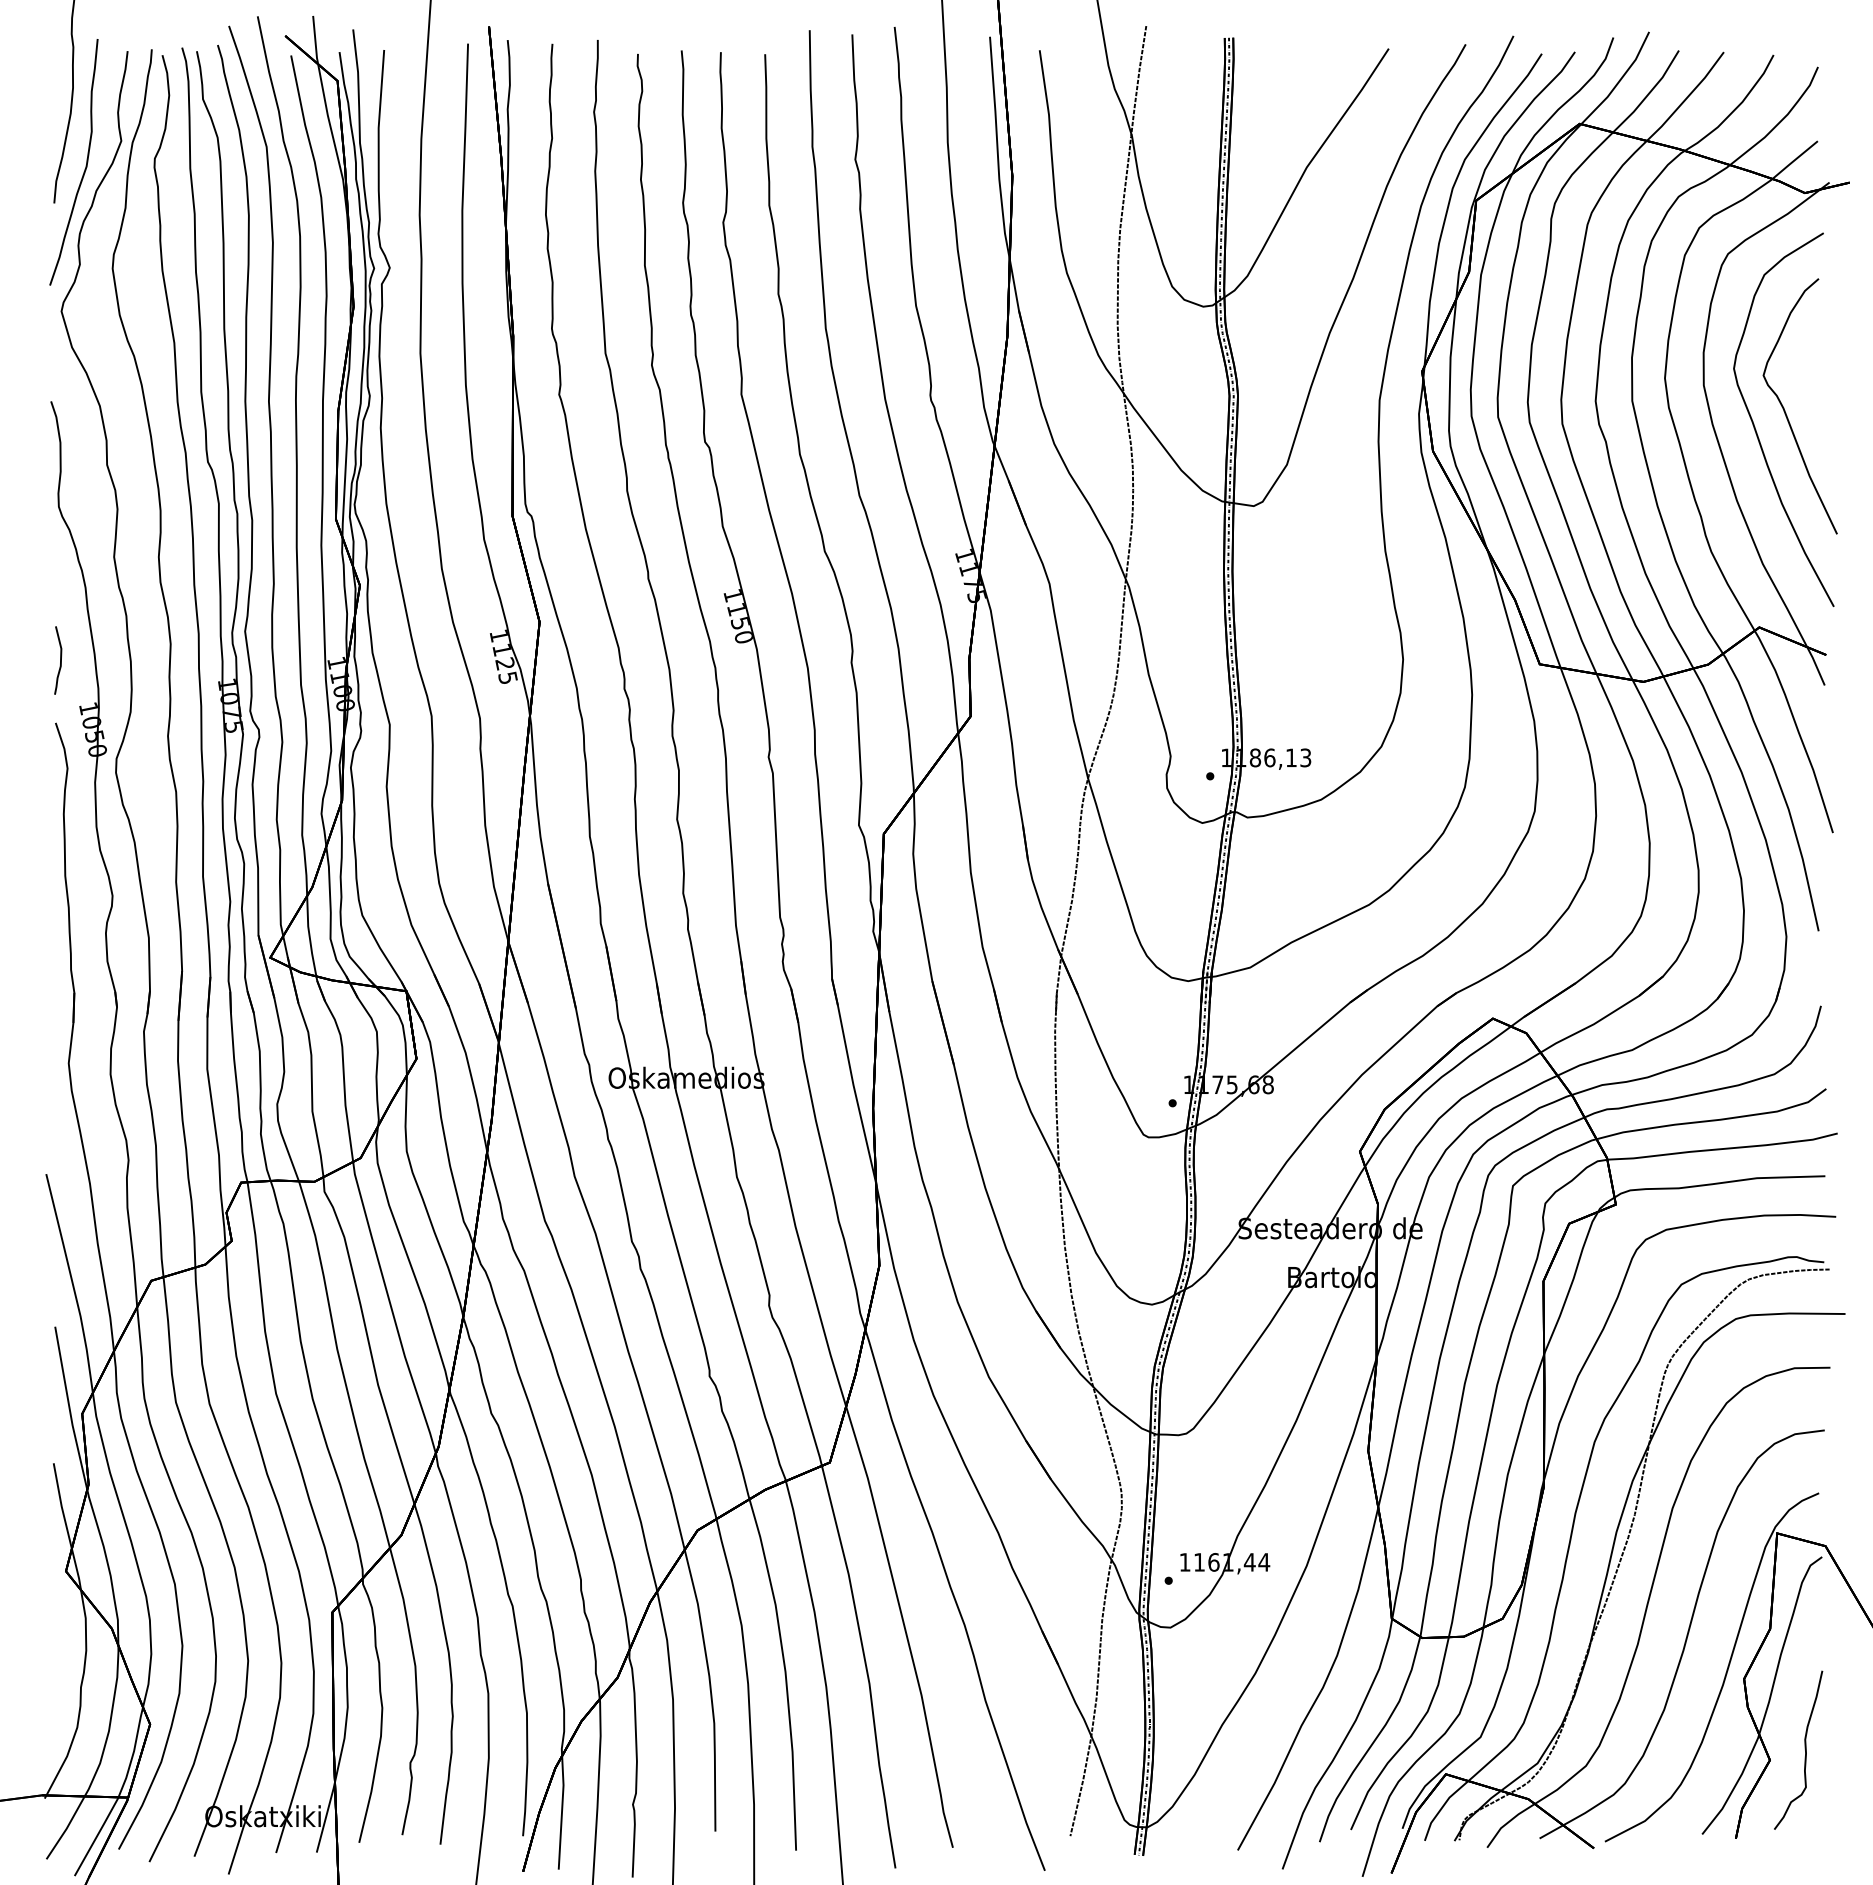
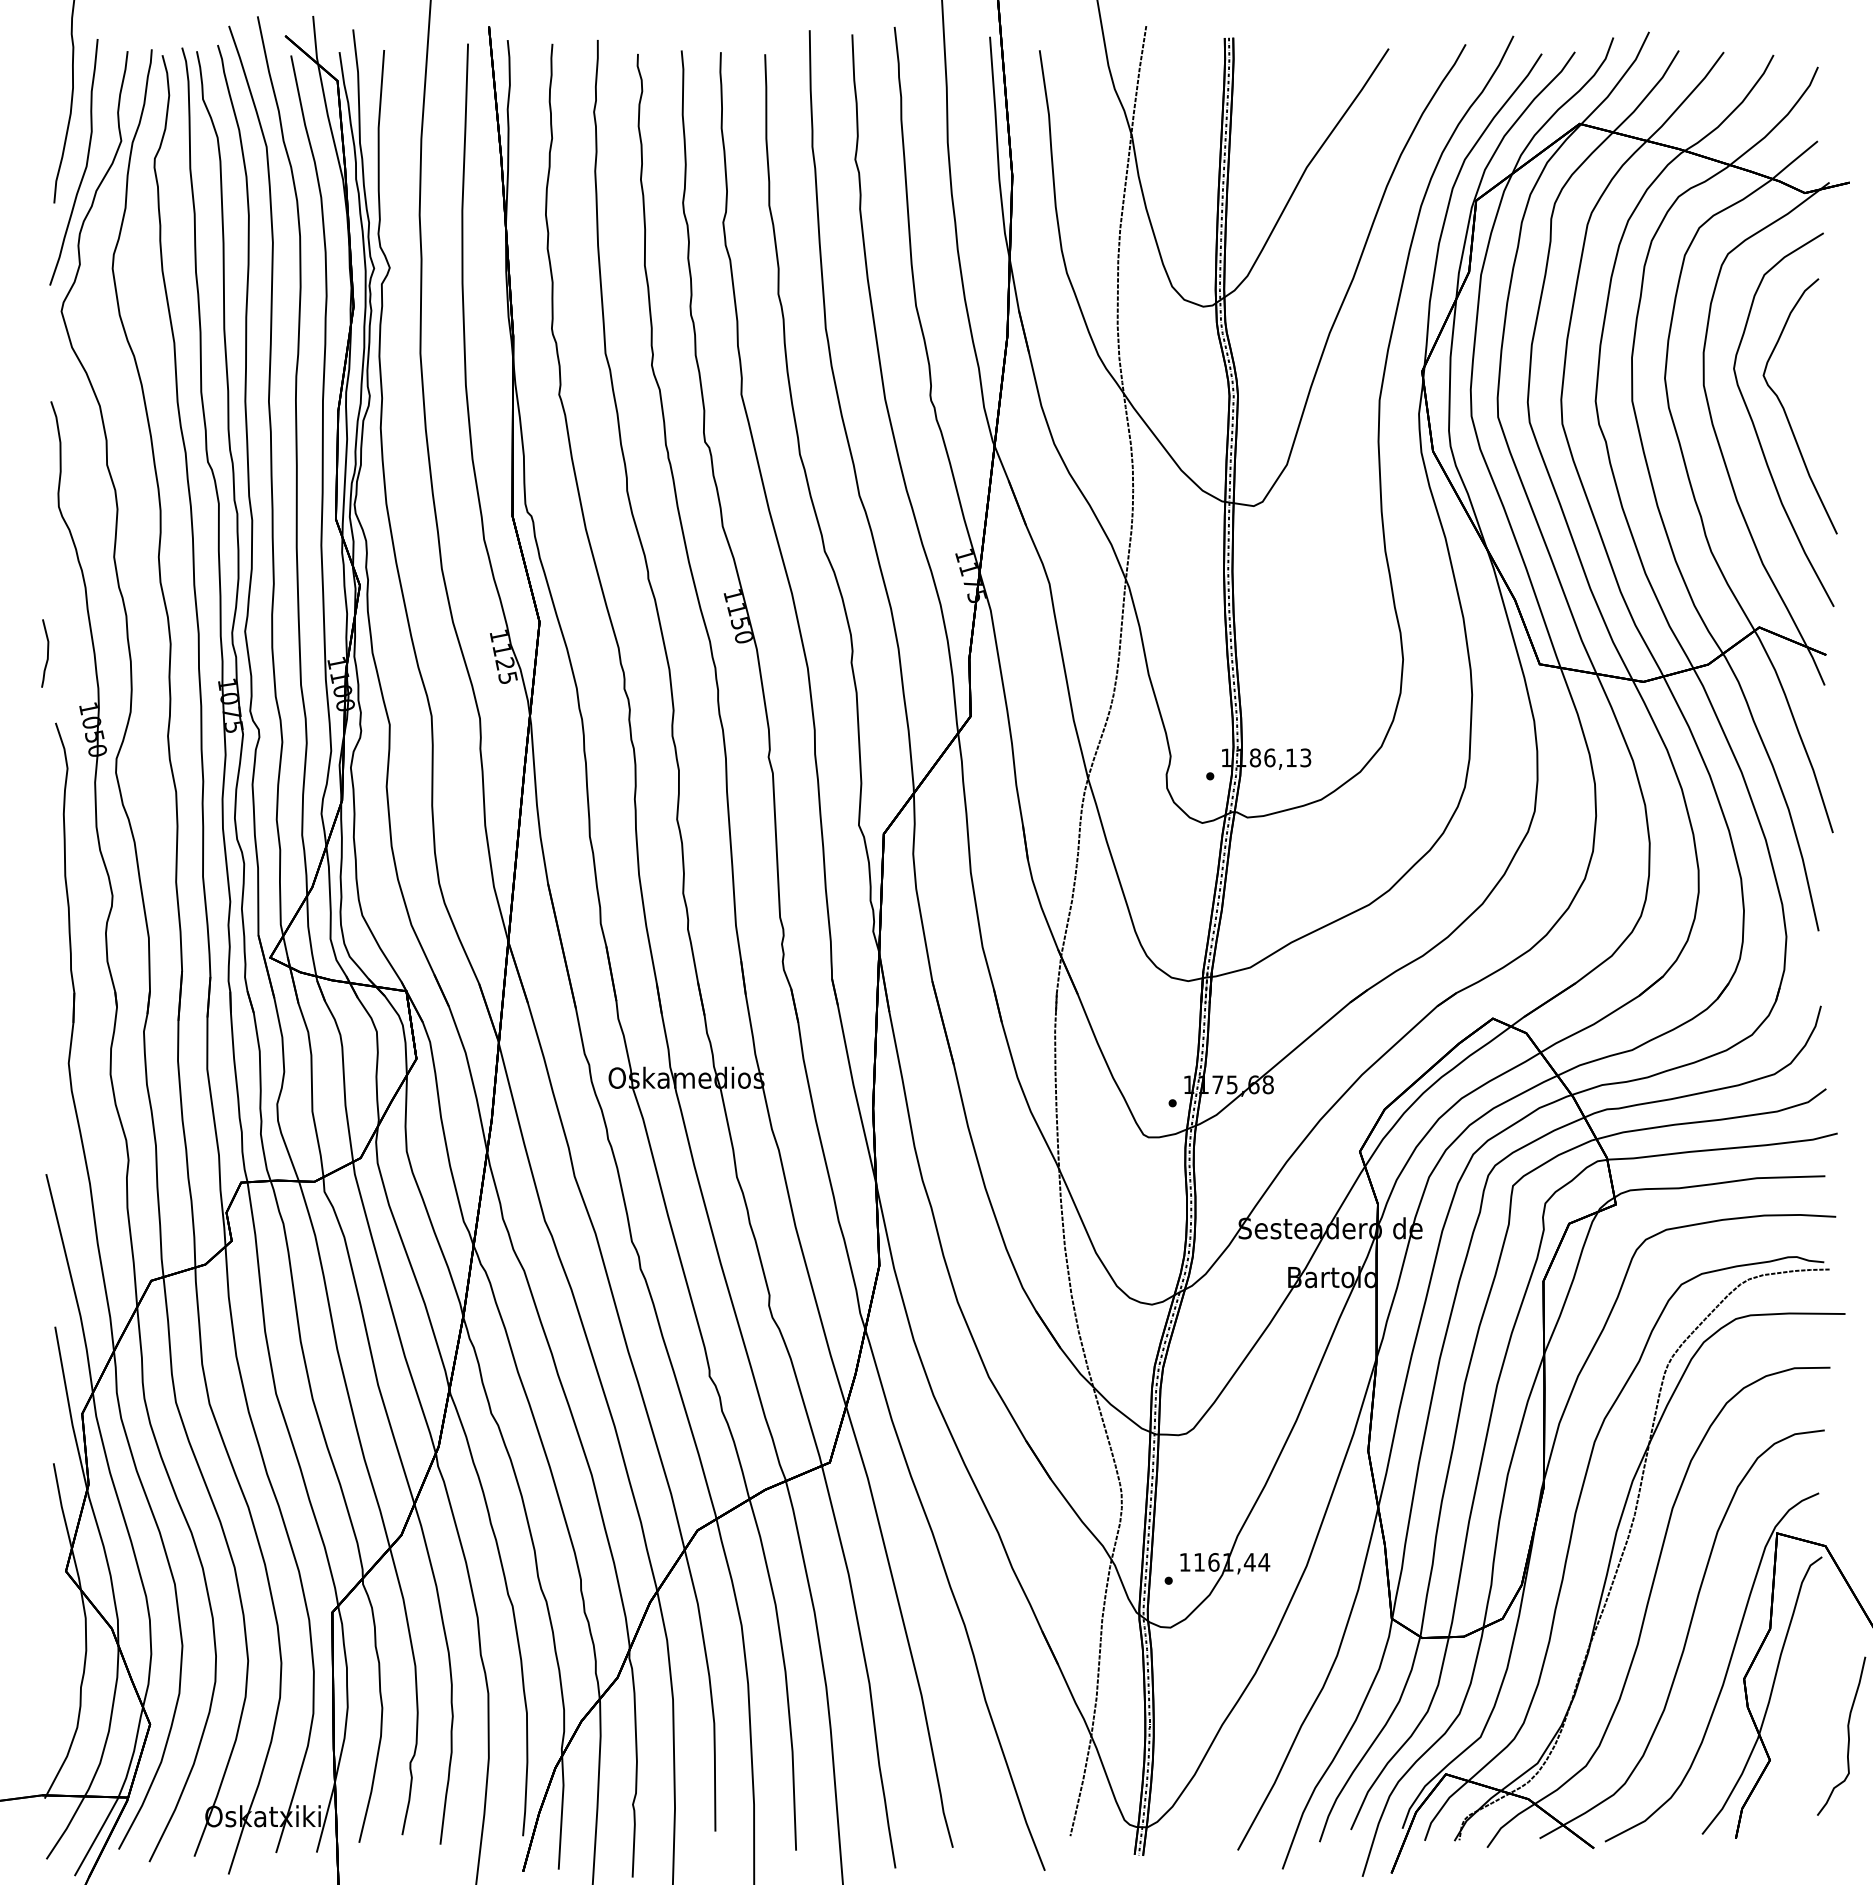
curve at (60, 660) position: (60, 660) -> (47, 653)
curve at (1804, 1749) position: (1804, 1749) -> (1847, 1735)
